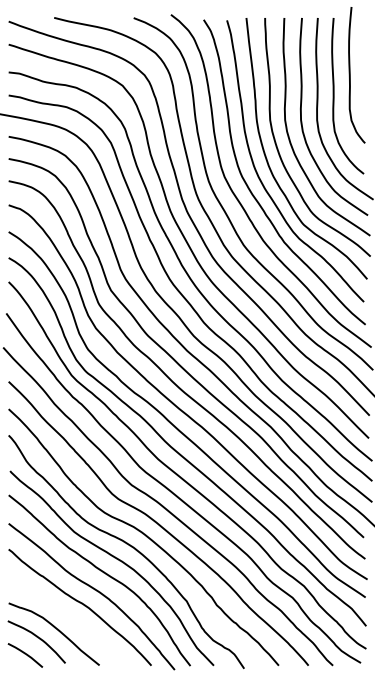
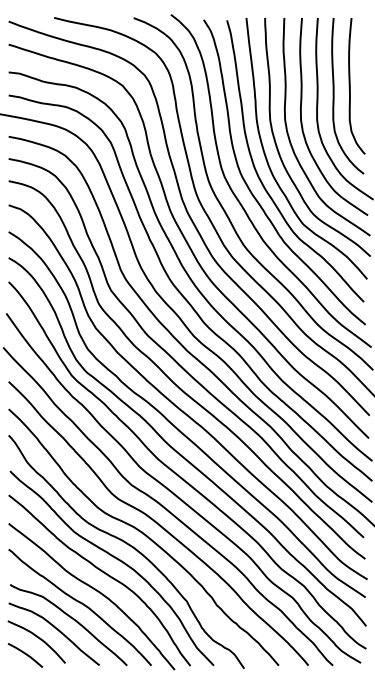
curve at (350, 75) position: (350, 75) -> (350, 86)
curve at (73, 620): none -> present
